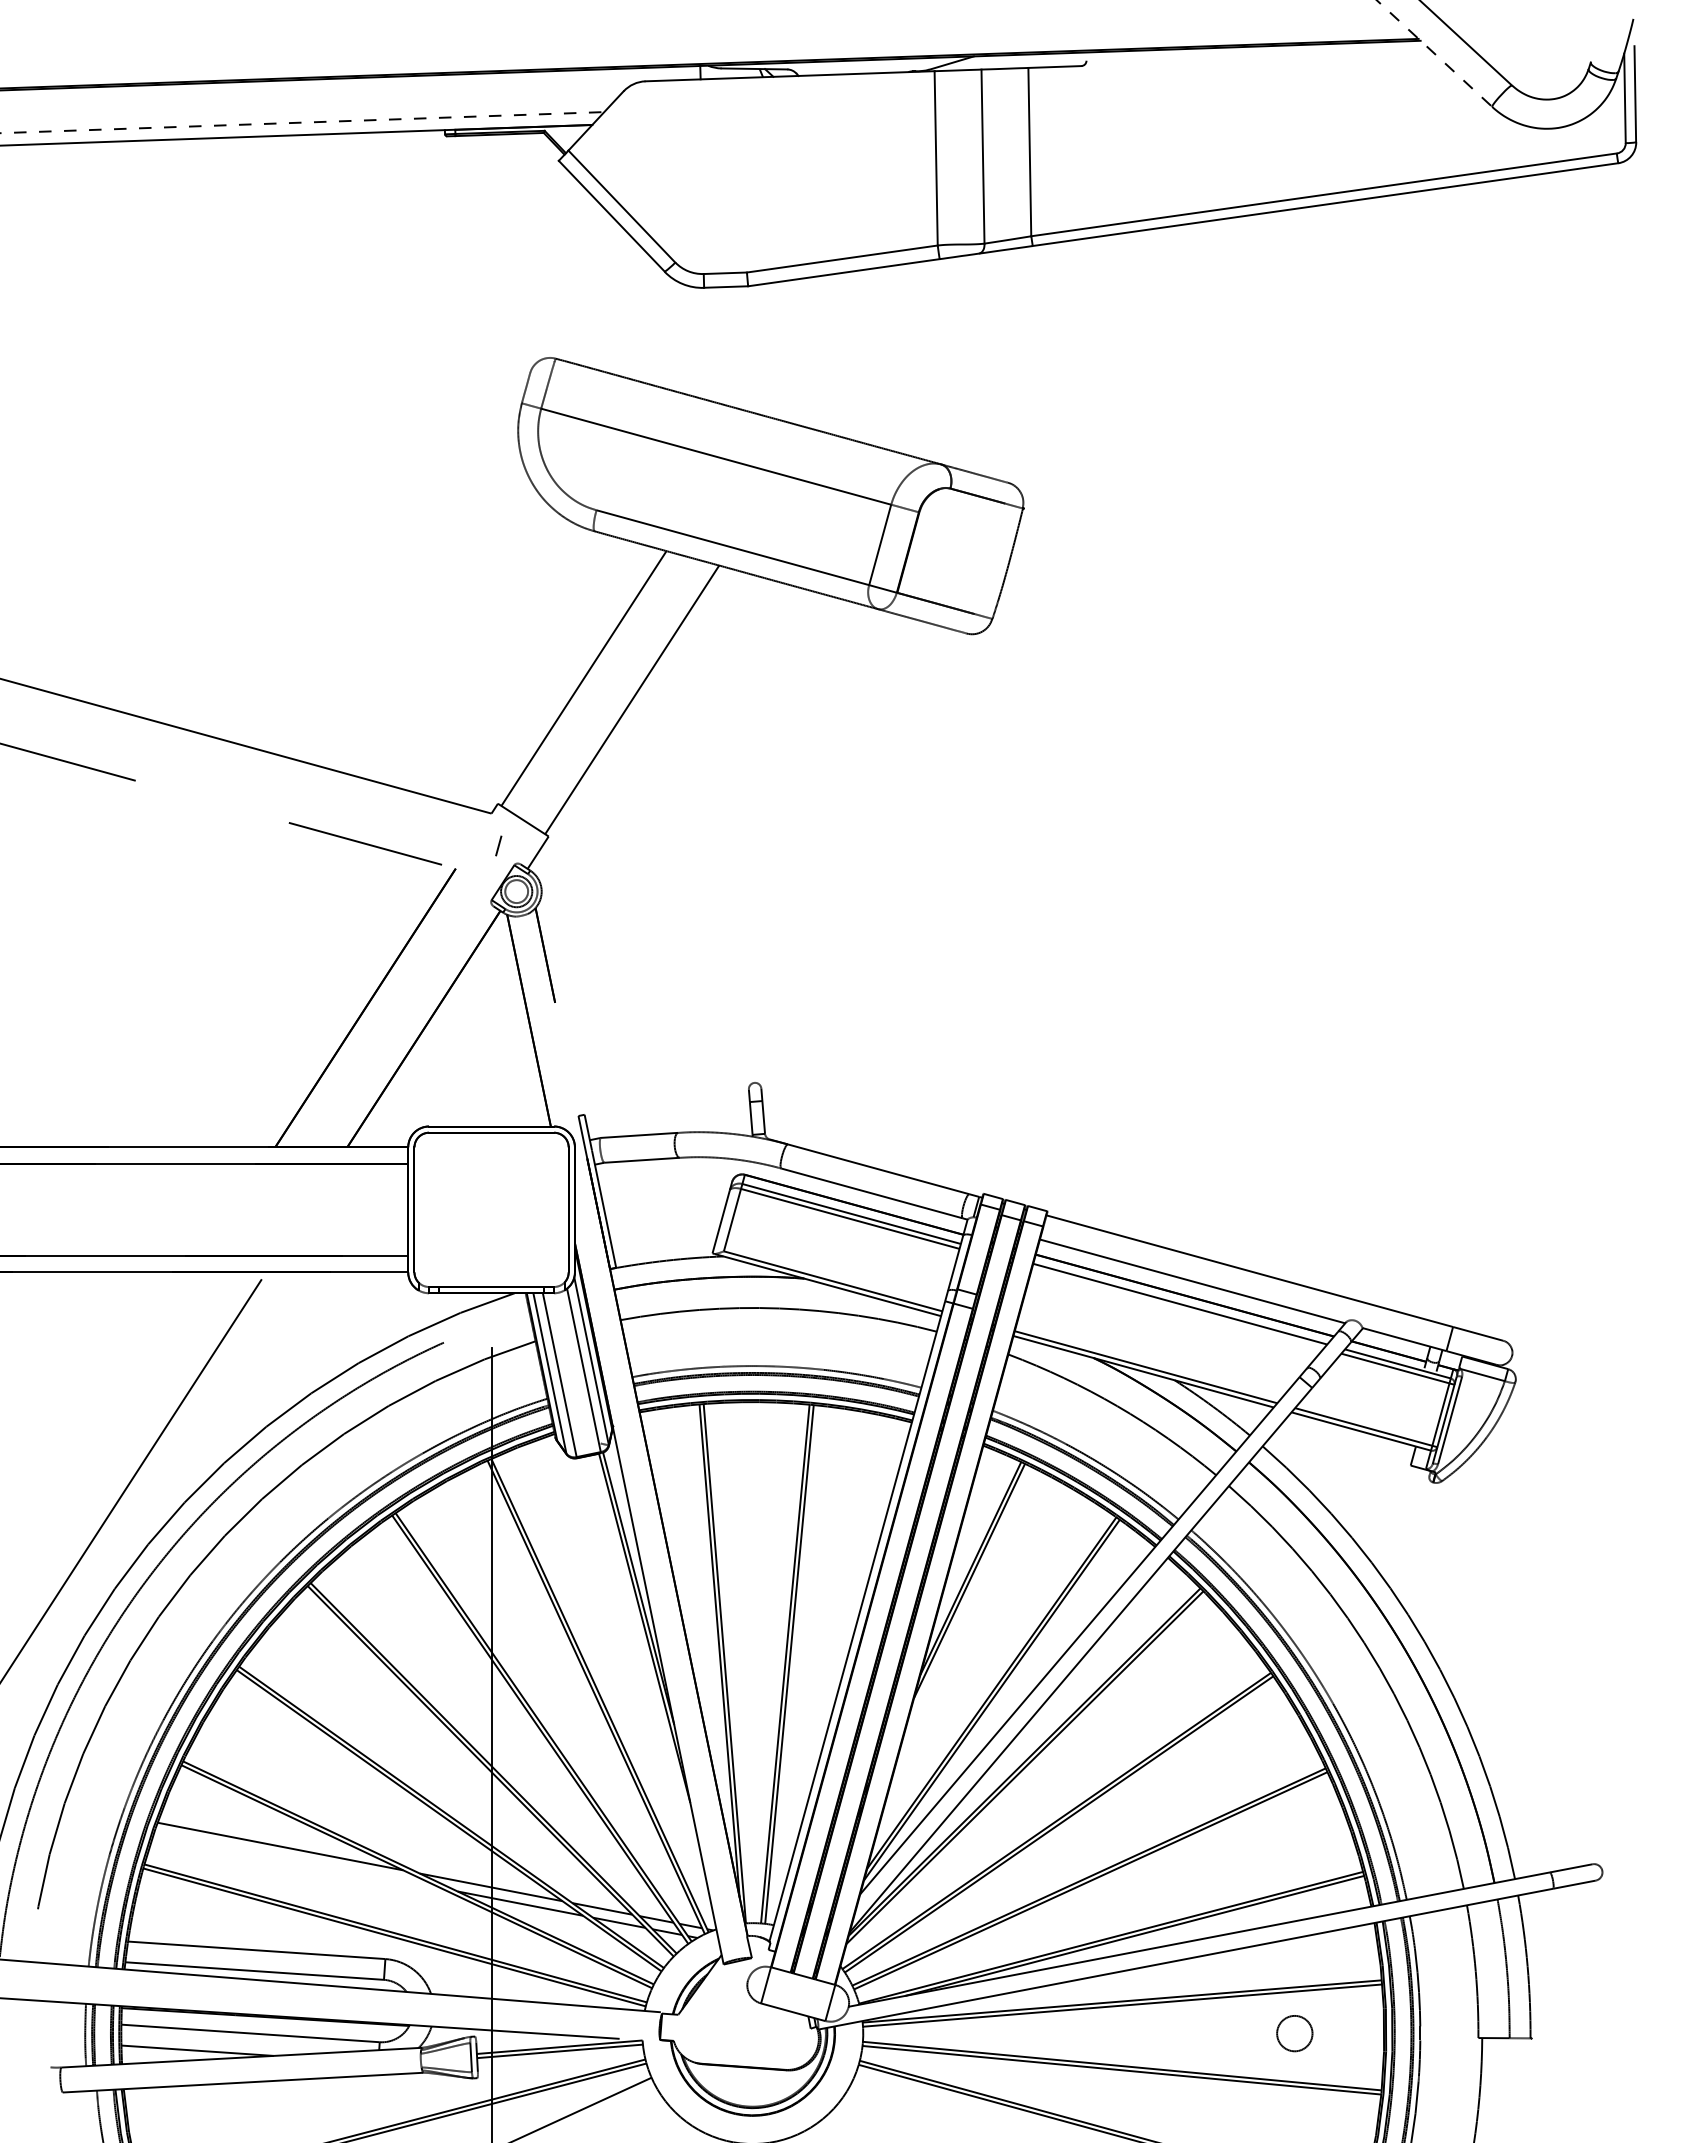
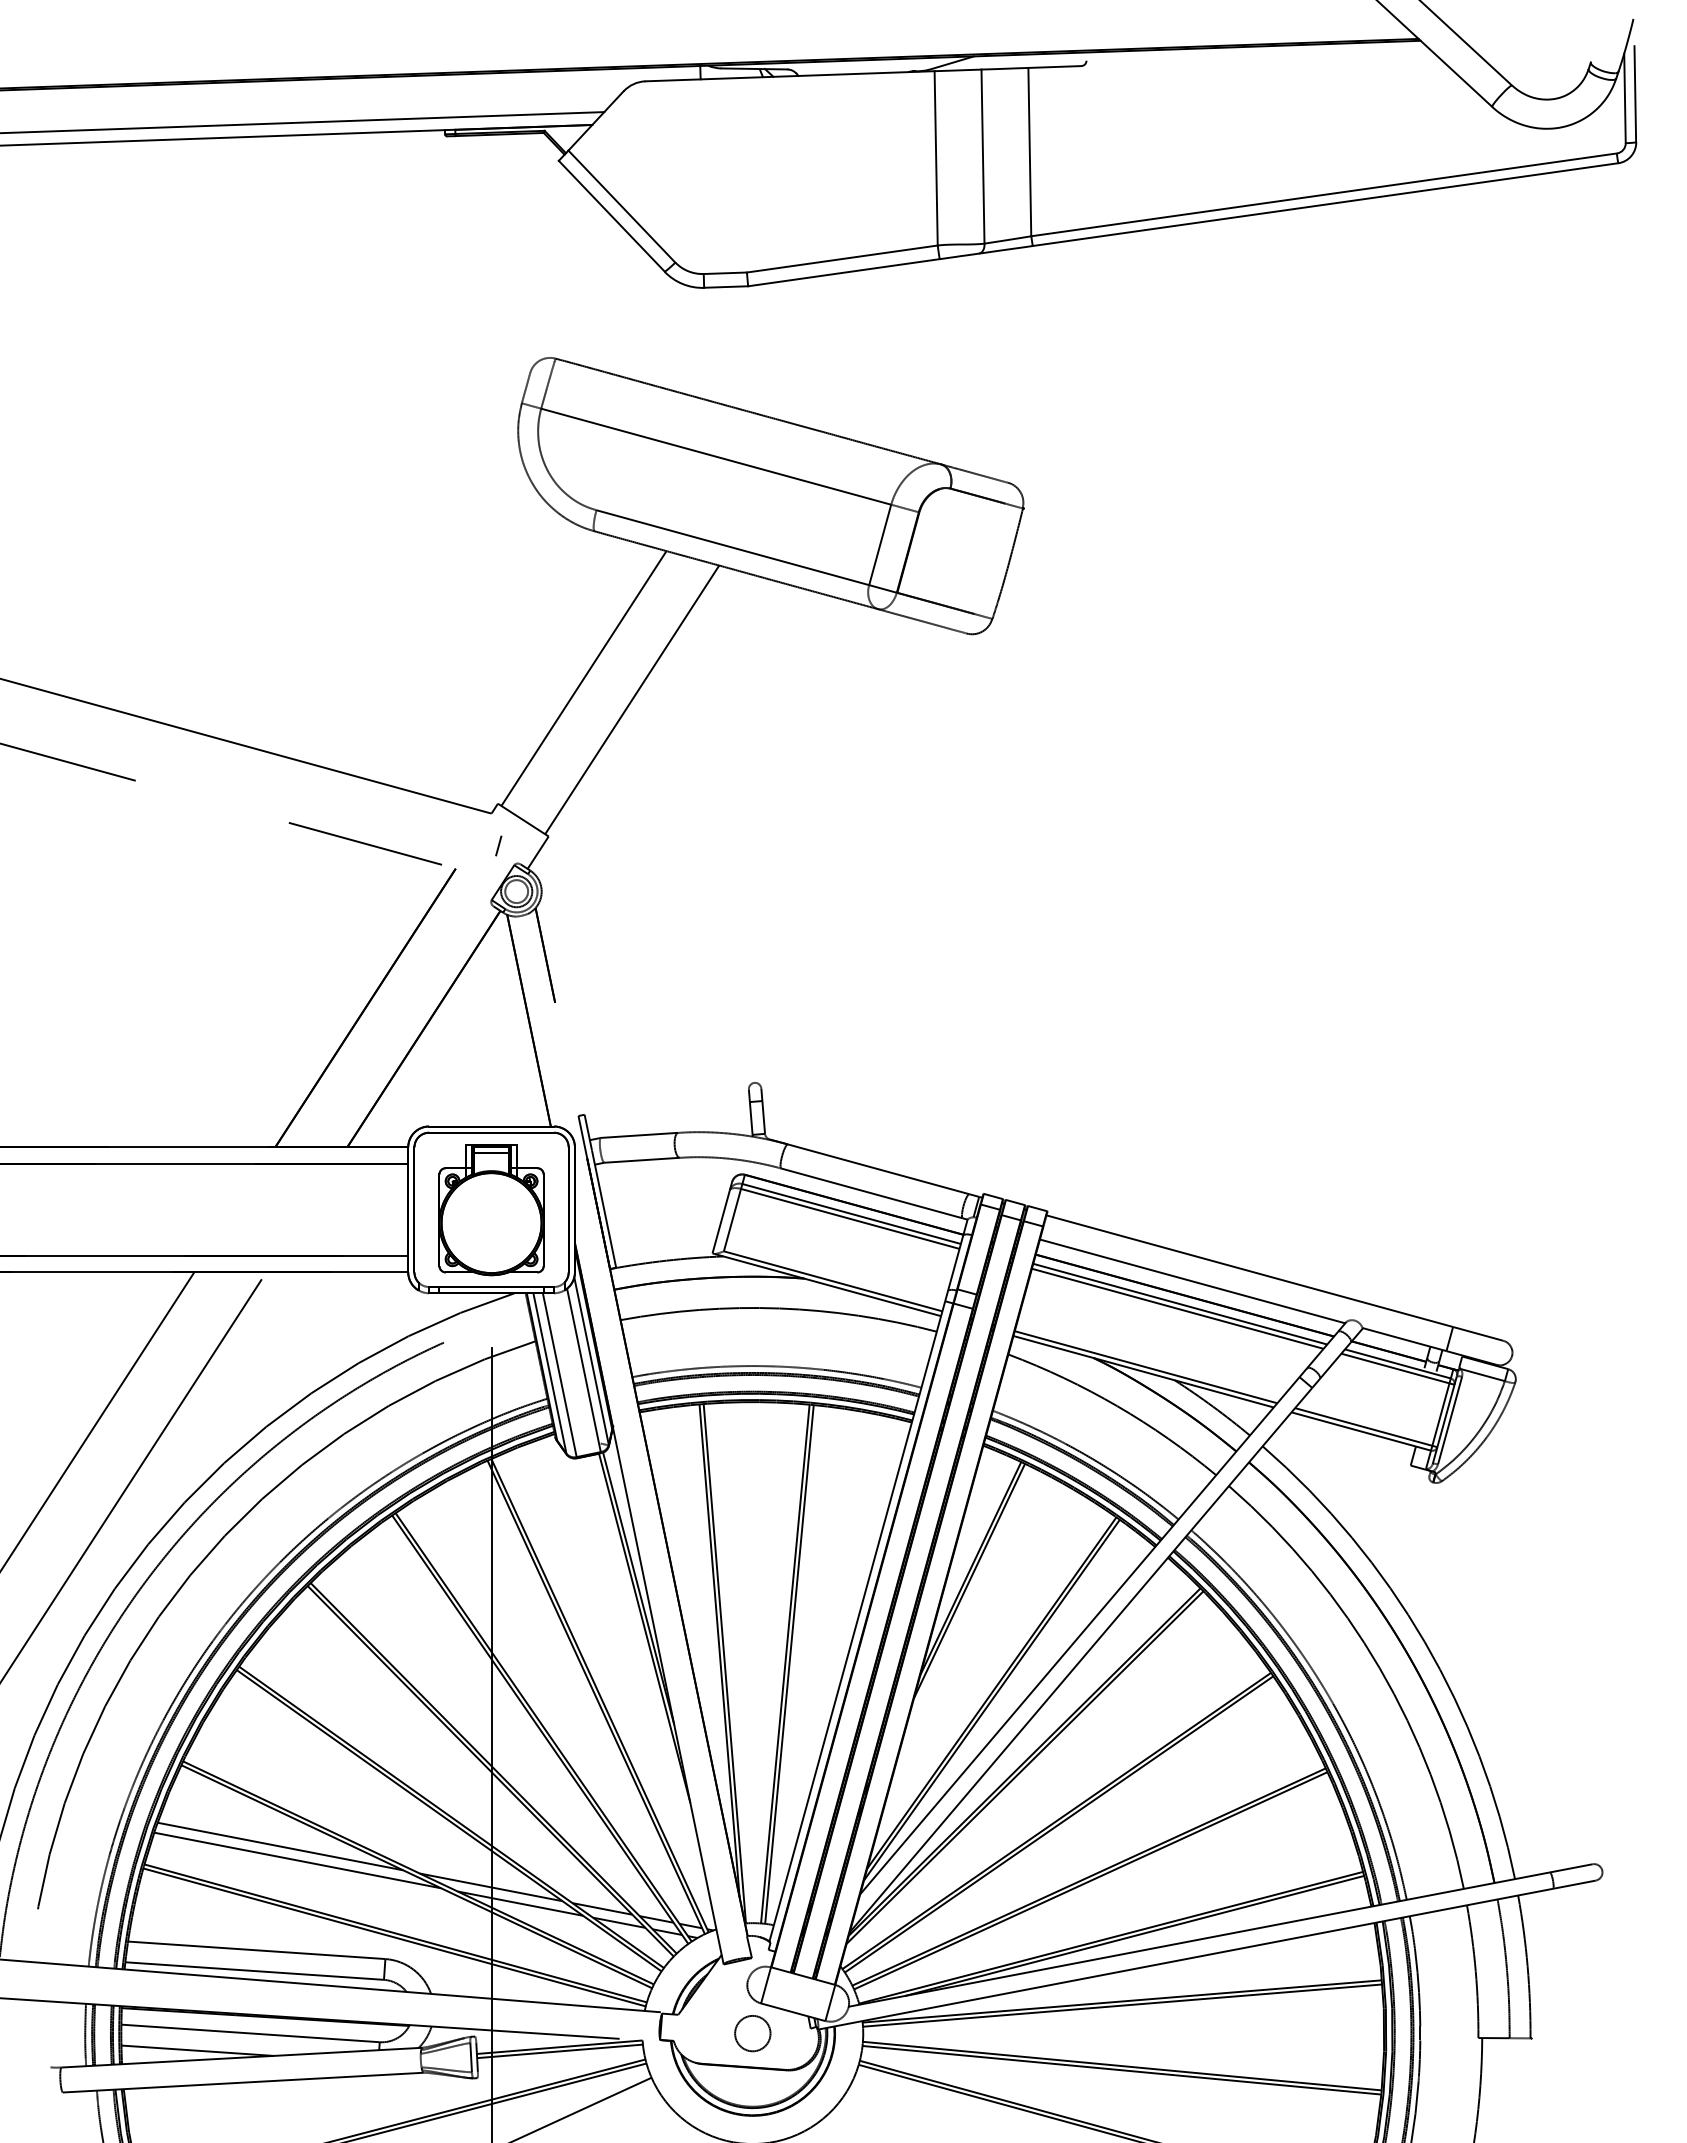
line at (1434, 53): dashed -> solid
line at (302, 122): dashed -> solid
part at (491, 1210): none -> present
line at (1177, 1308): none -> present
line at (98, 1420): none -> present
line at (297, 1860): none -> present
circle at (1294, 2033) position: (1294, 2033) -> (752, 2033)
